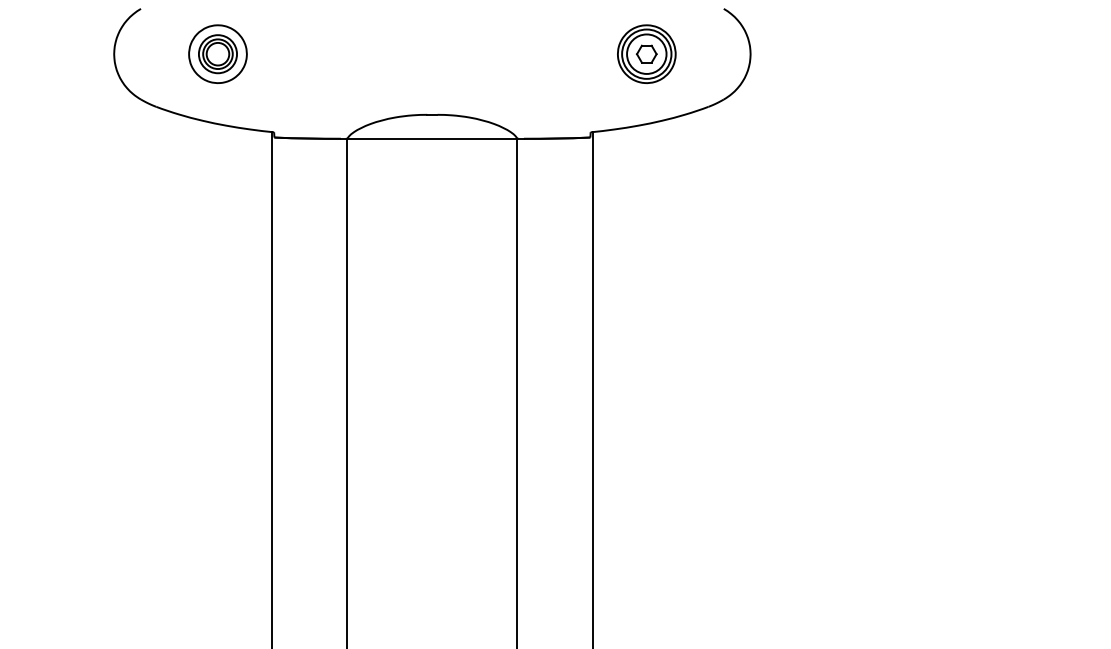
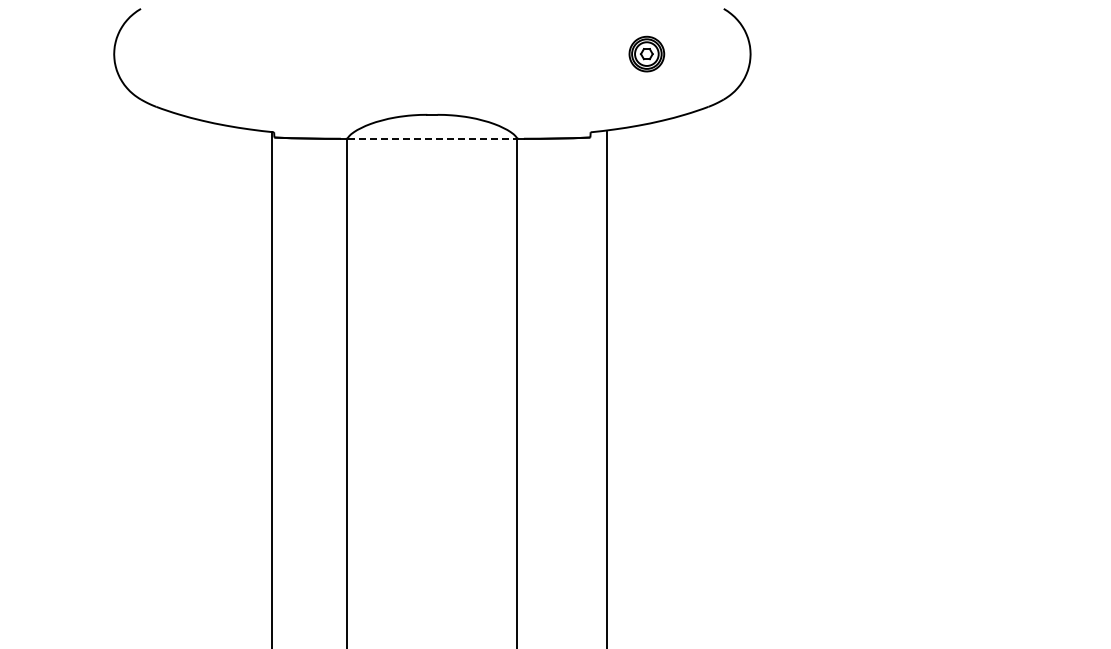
part at (217, 53): present -> none
part at (646, 53) size: 60x60 px -> 38x38 px
line at (432, 138): solid -> dashed
line at (593, 388) position: (593, 388) -> (607, 388)
